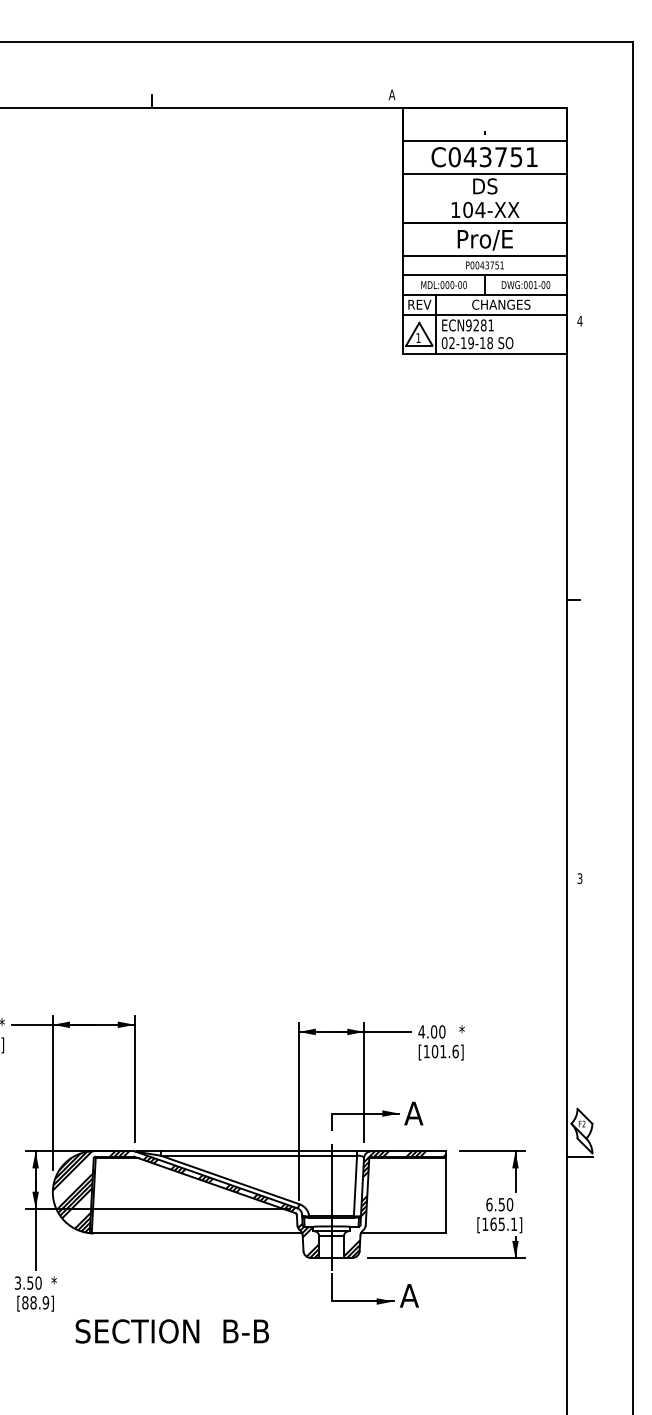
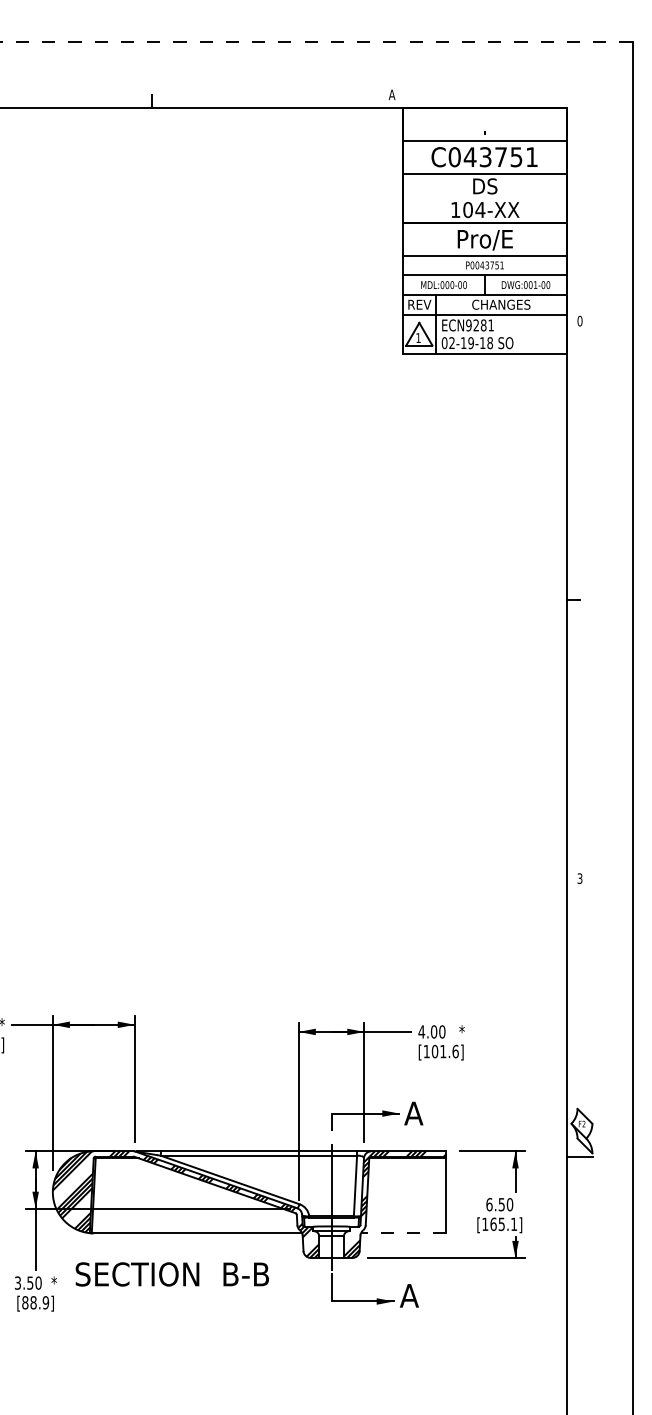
line at (316, 42): solid -> dashed
text at (579, 320): 4 -> 0
line at (403, 1233): solid -> dashed
text at (171, 1331) position: (171, 1331) -> (171, 1274)
